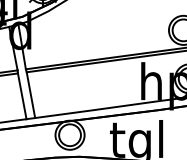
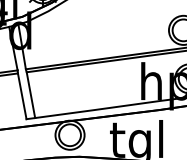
line at (14, 120): present -> none
